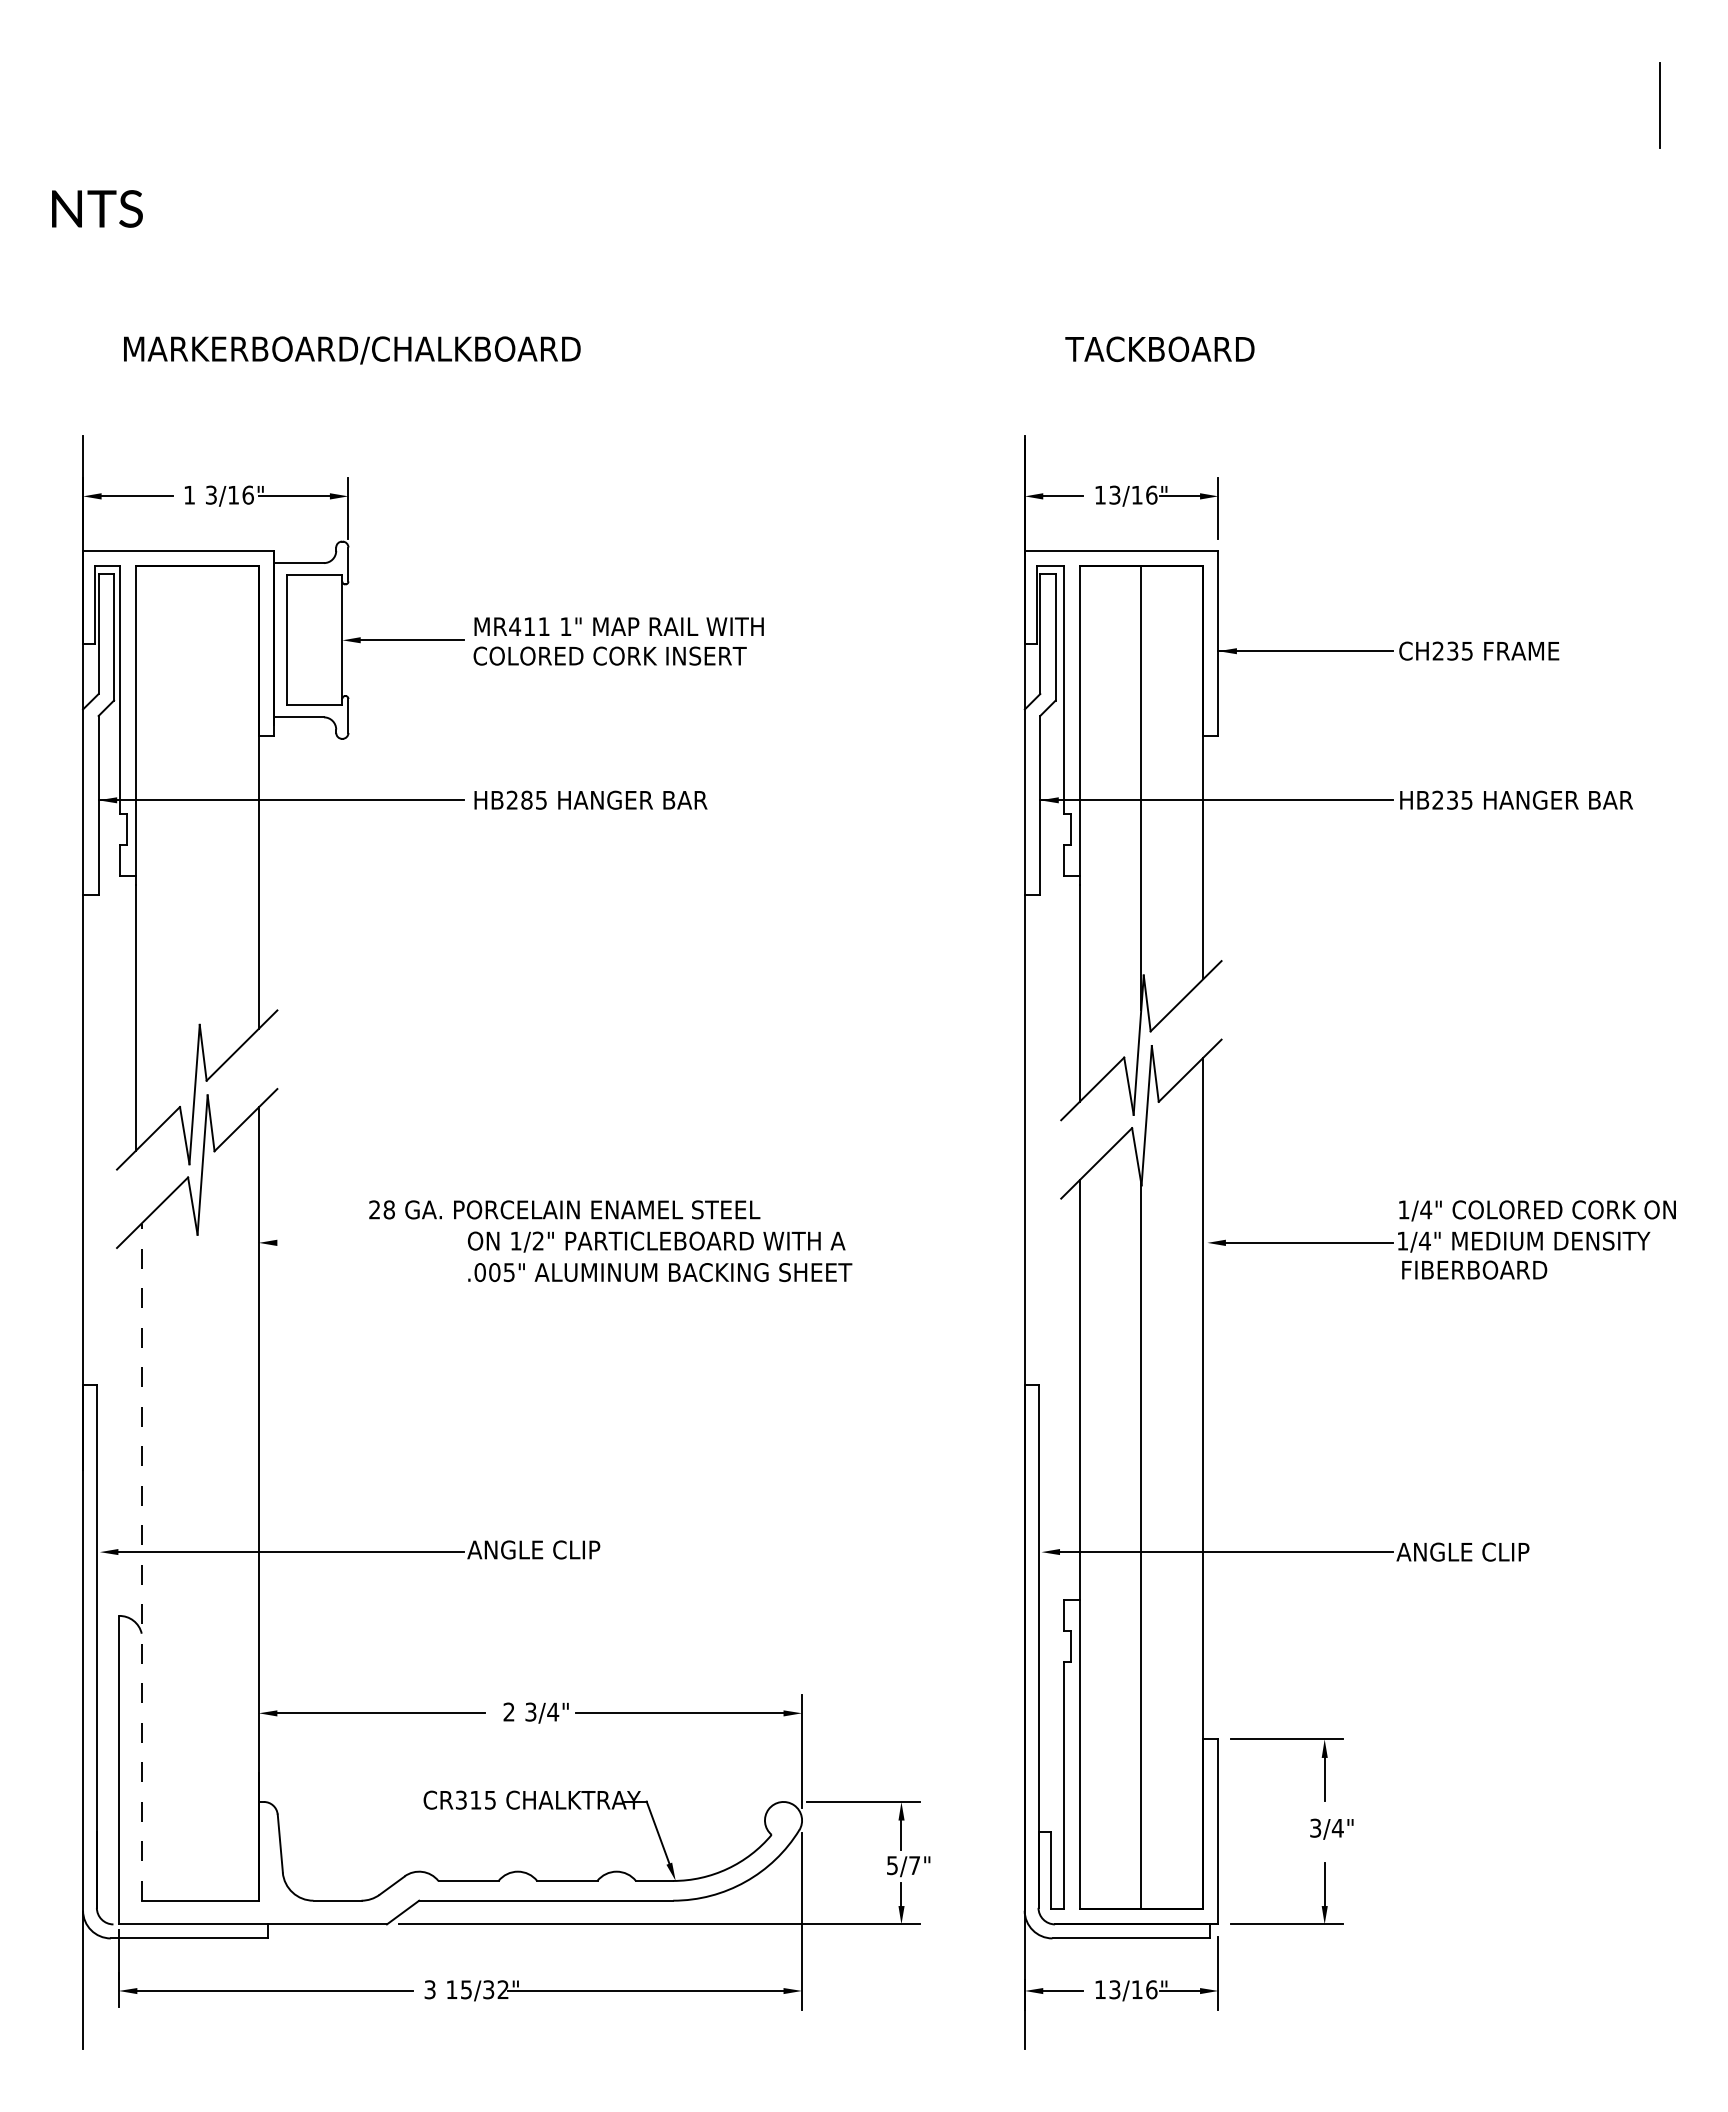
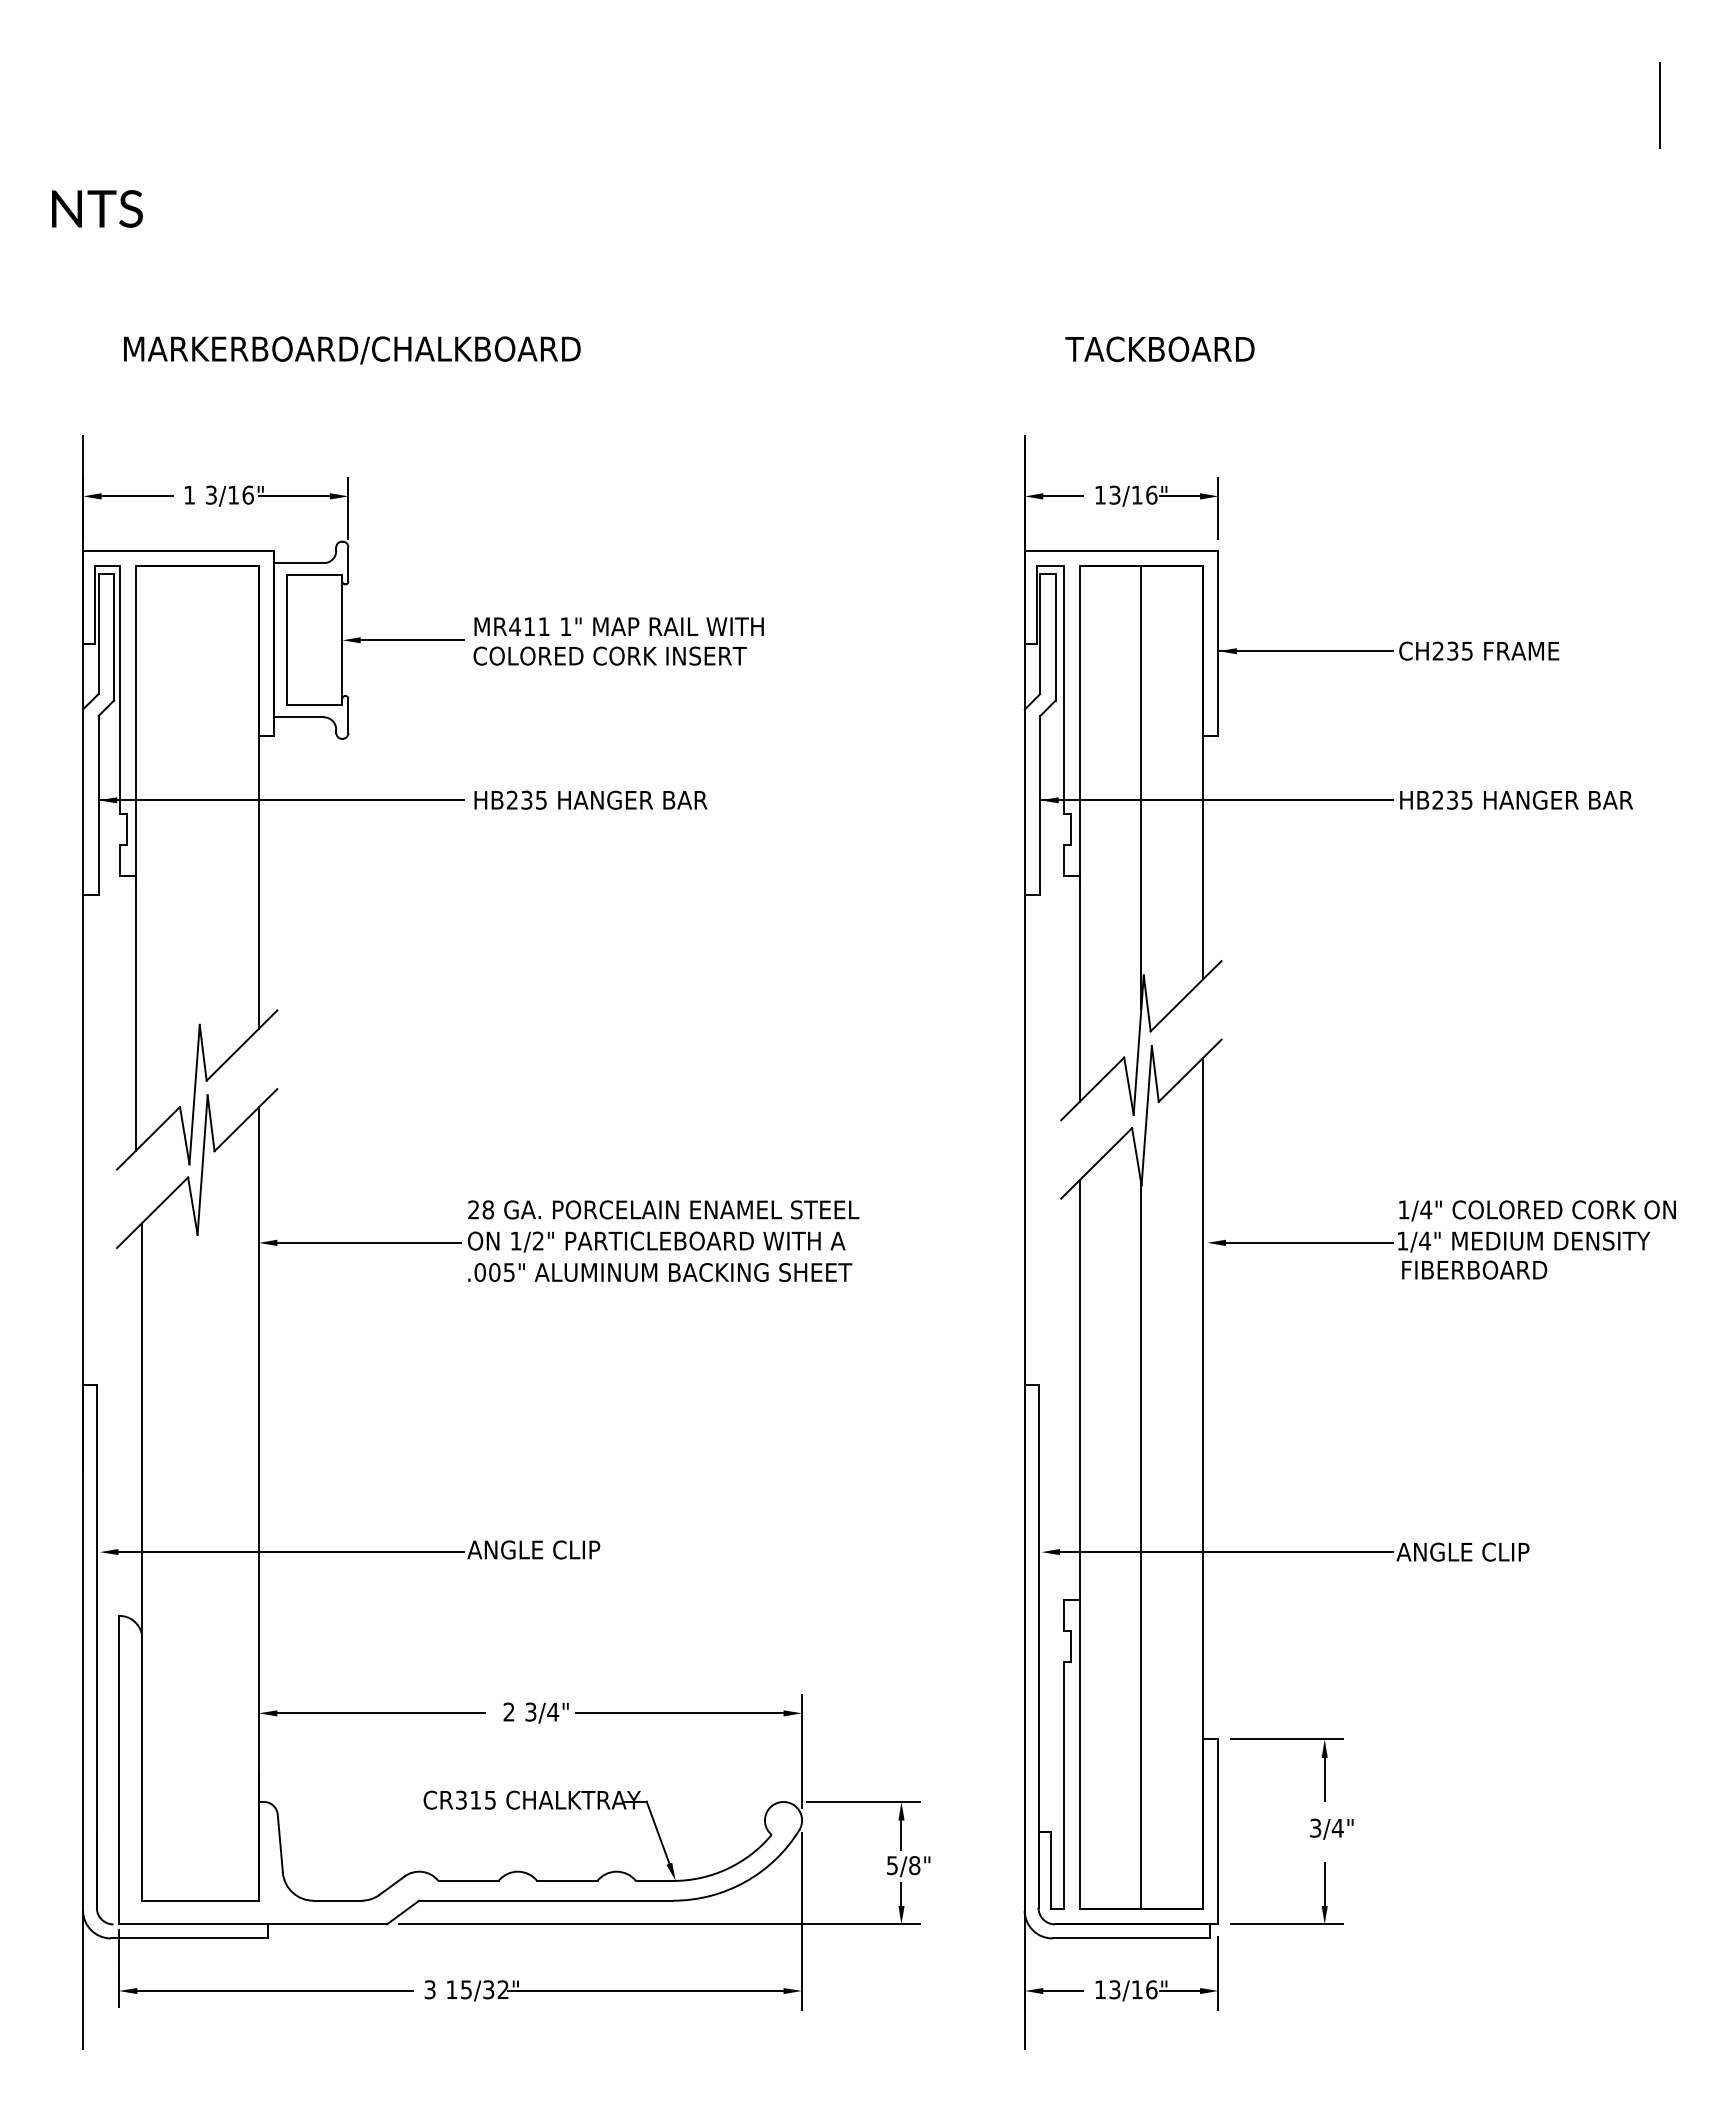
text at (526, 799): HB285 -> HB235
text at (564, 1209) position: (564, 1209) -> (663, 1209)
line at (369, 1242): none -> present
line at (141, 1562): dashed -> solid
text at (914, 1865): 5/7" -> 5/8"
